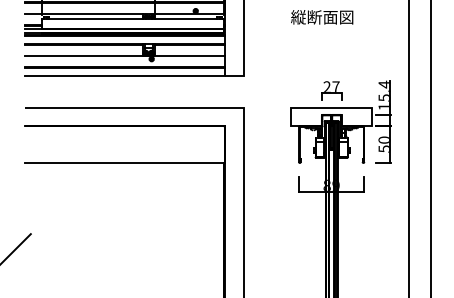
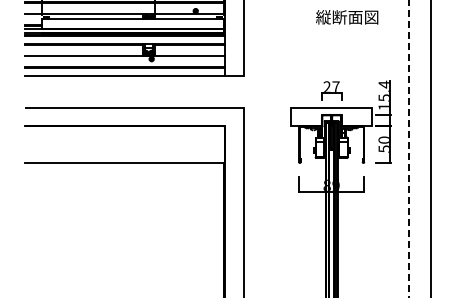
text at (322, 17) position: (322, 17) -> (347, 17)
line at (408, 148): solid -> dashed
line at (16, 248): present -> none
